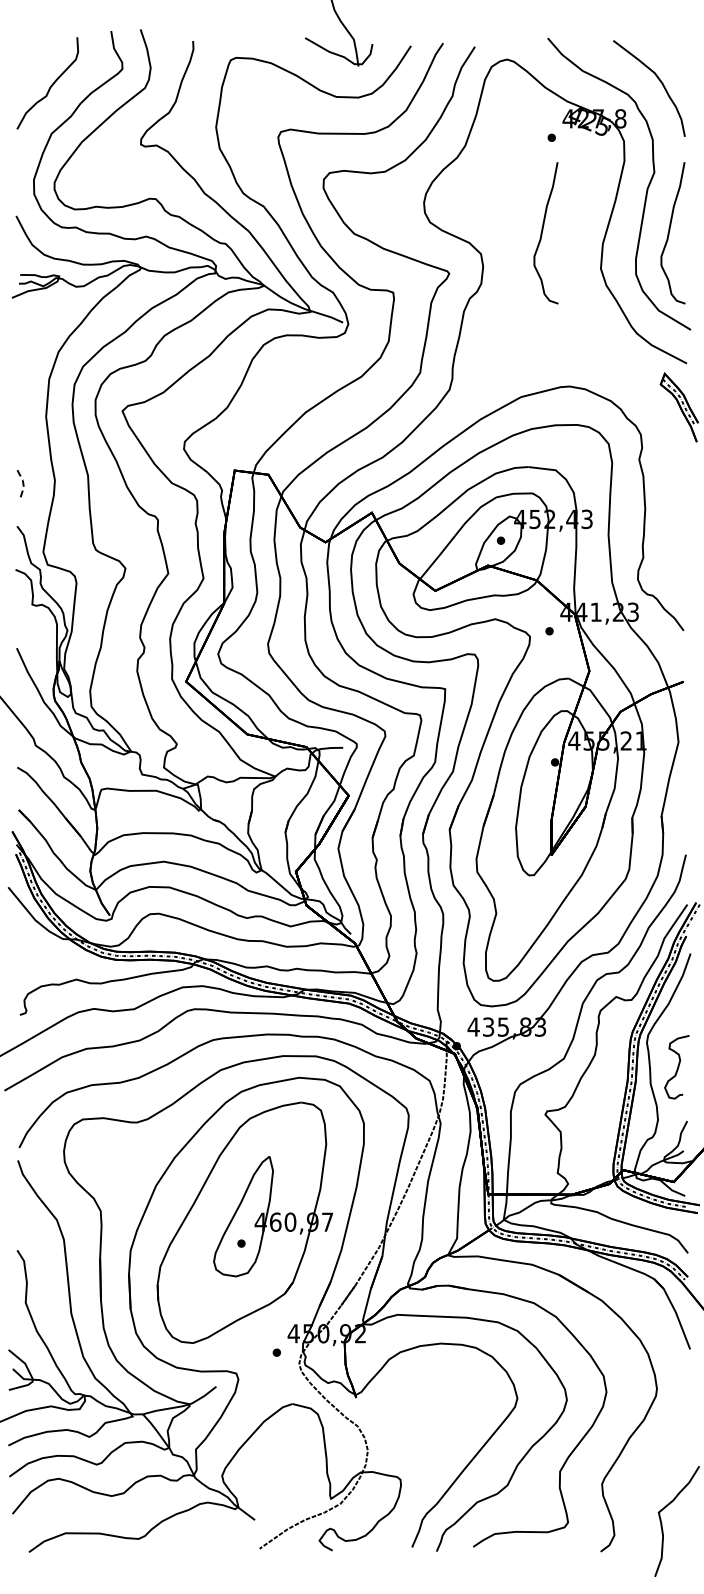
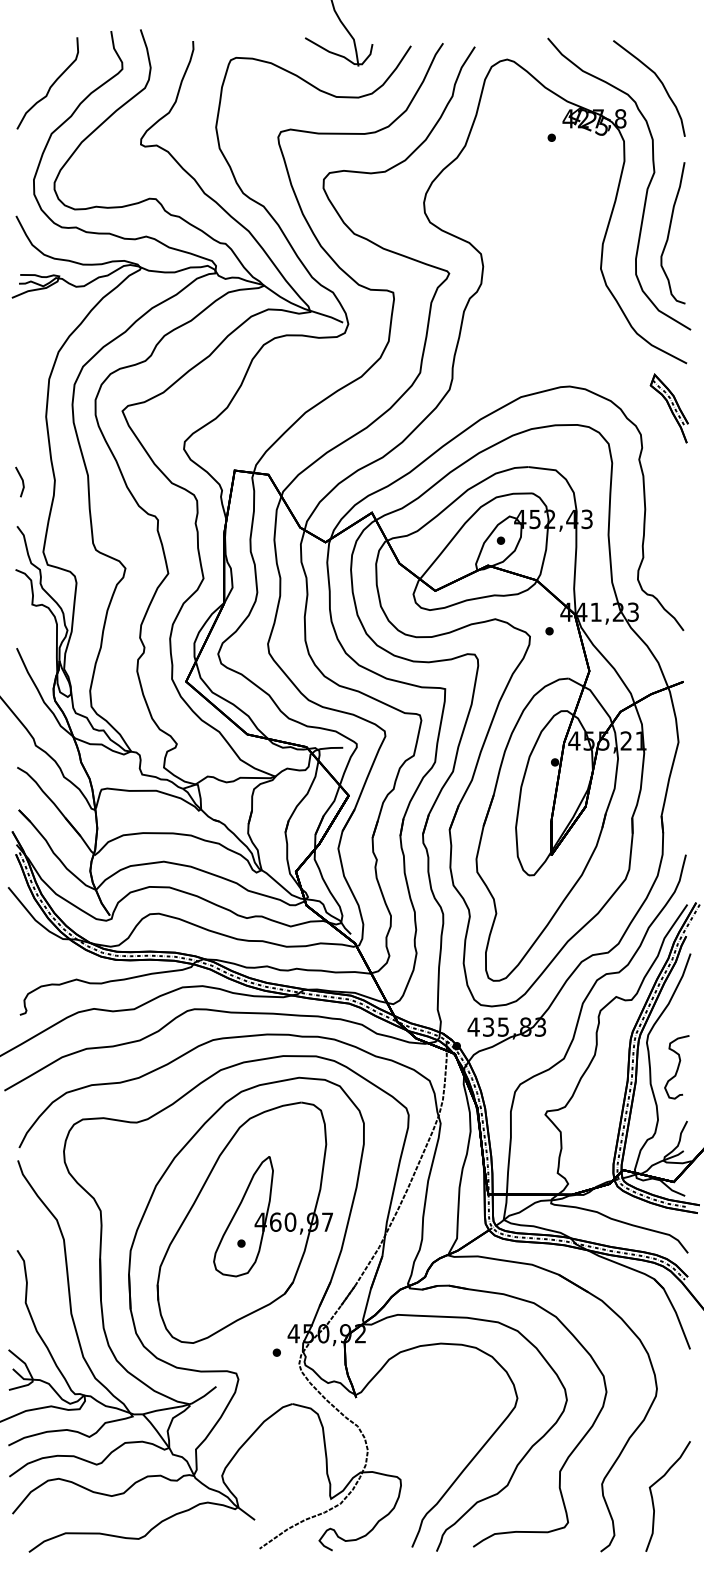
curve at (542, 233): present -> none
part at (678, 407) position: (678, 407) -> (668, 408)
line at (22, 481): dashed -> solid
curve at (662, 1523) position: (662, 1523) -> (653, 1498)
